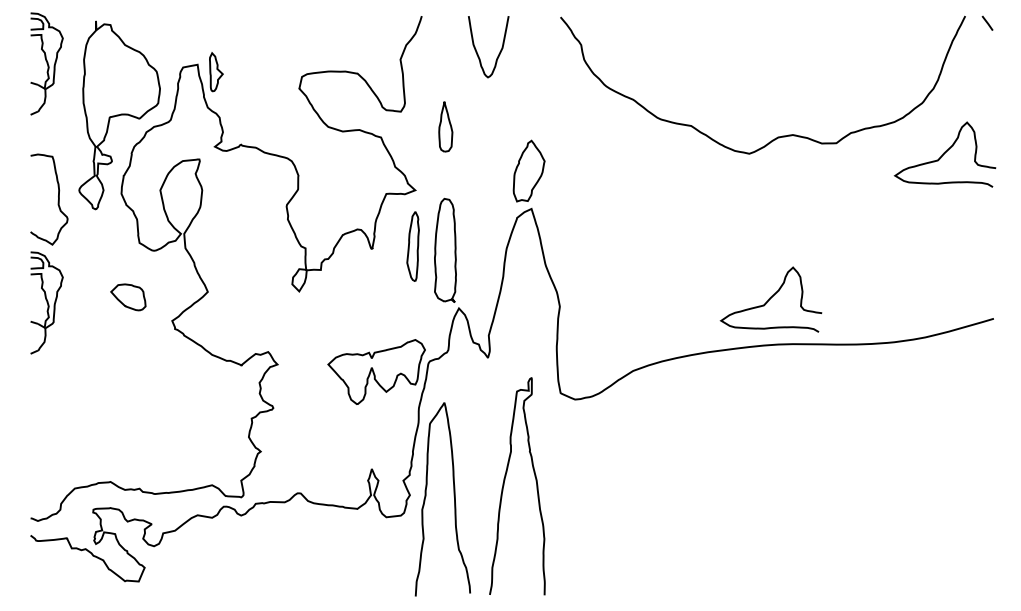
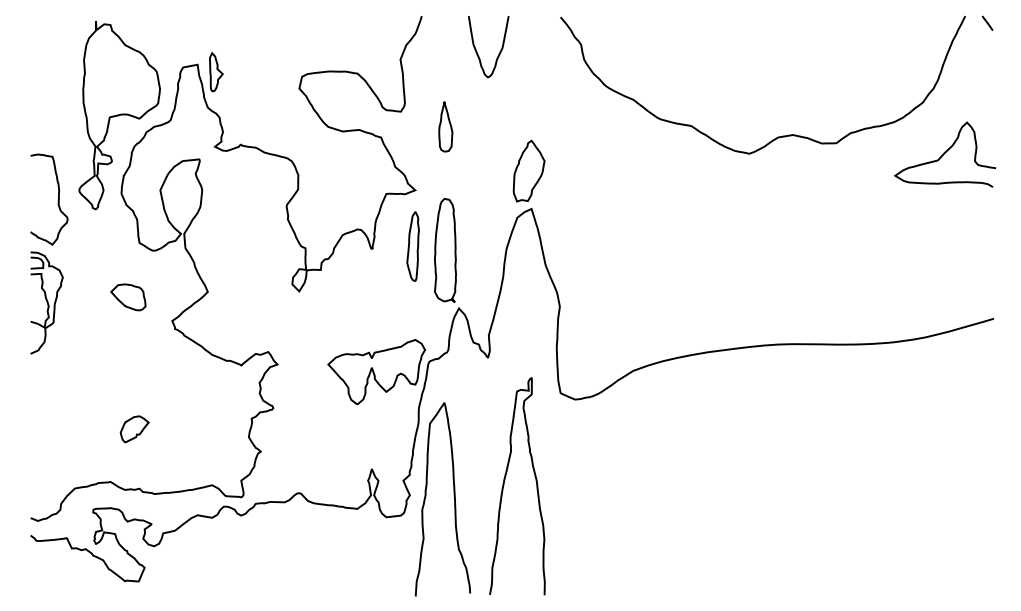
part at (46, 63): present -> none
curve at (770, 299): present -> none
part at (134, 429): none -> present
